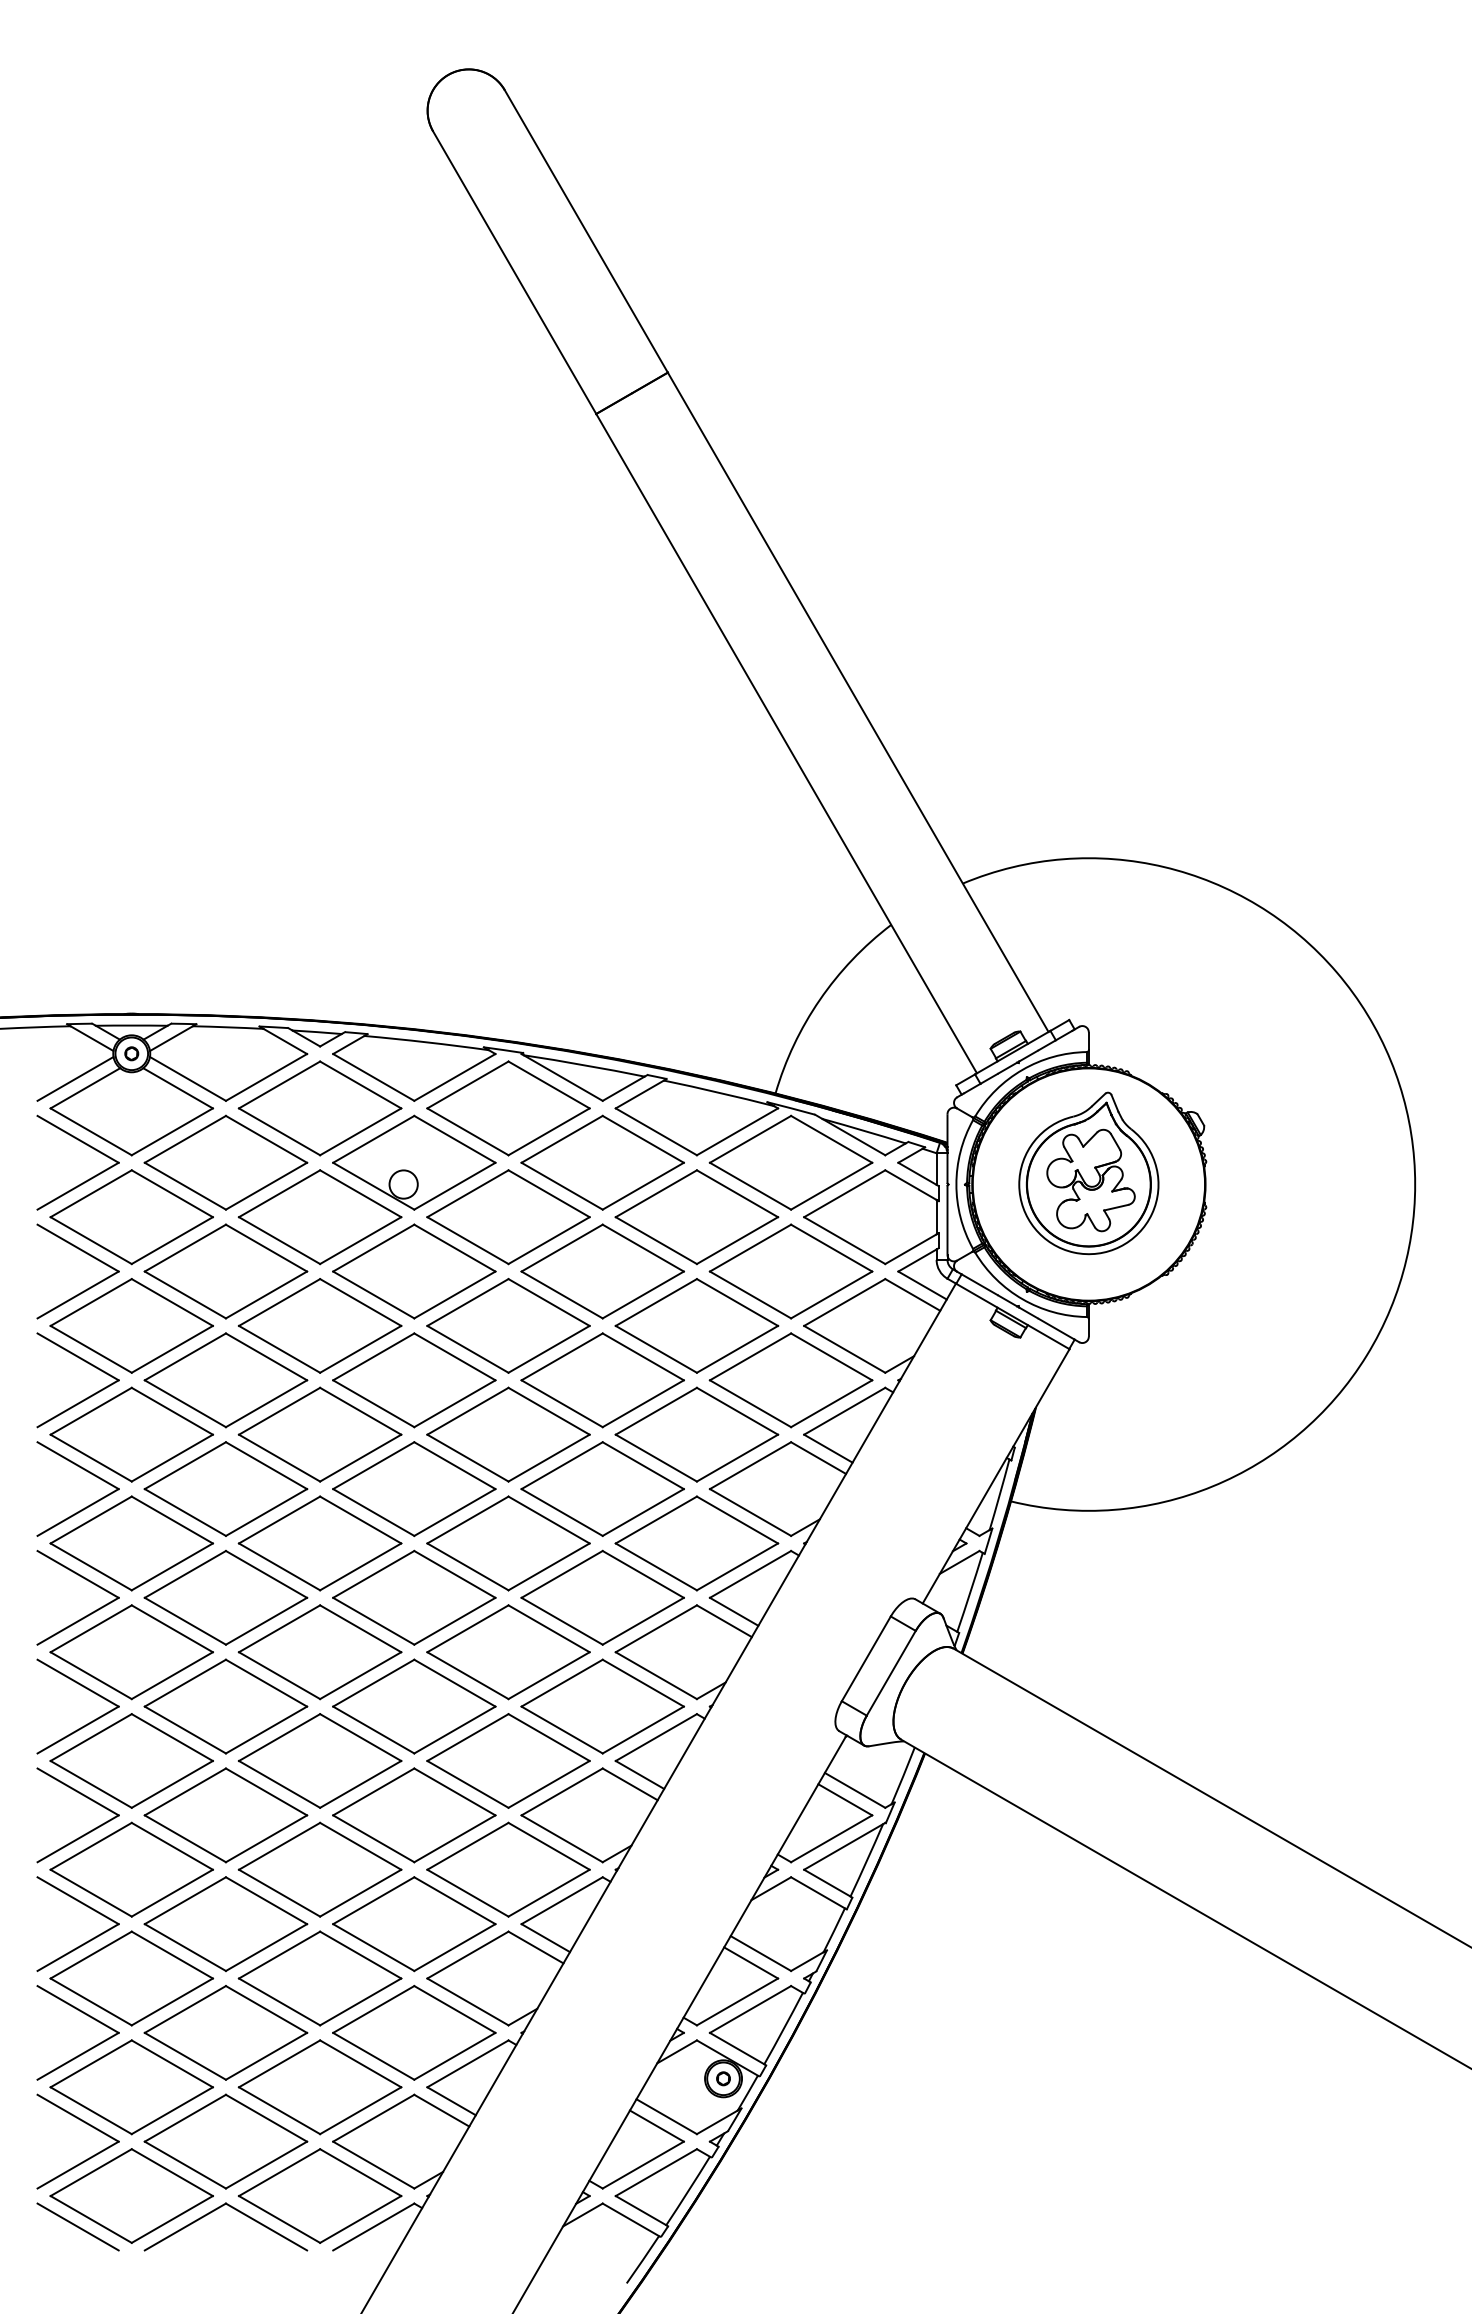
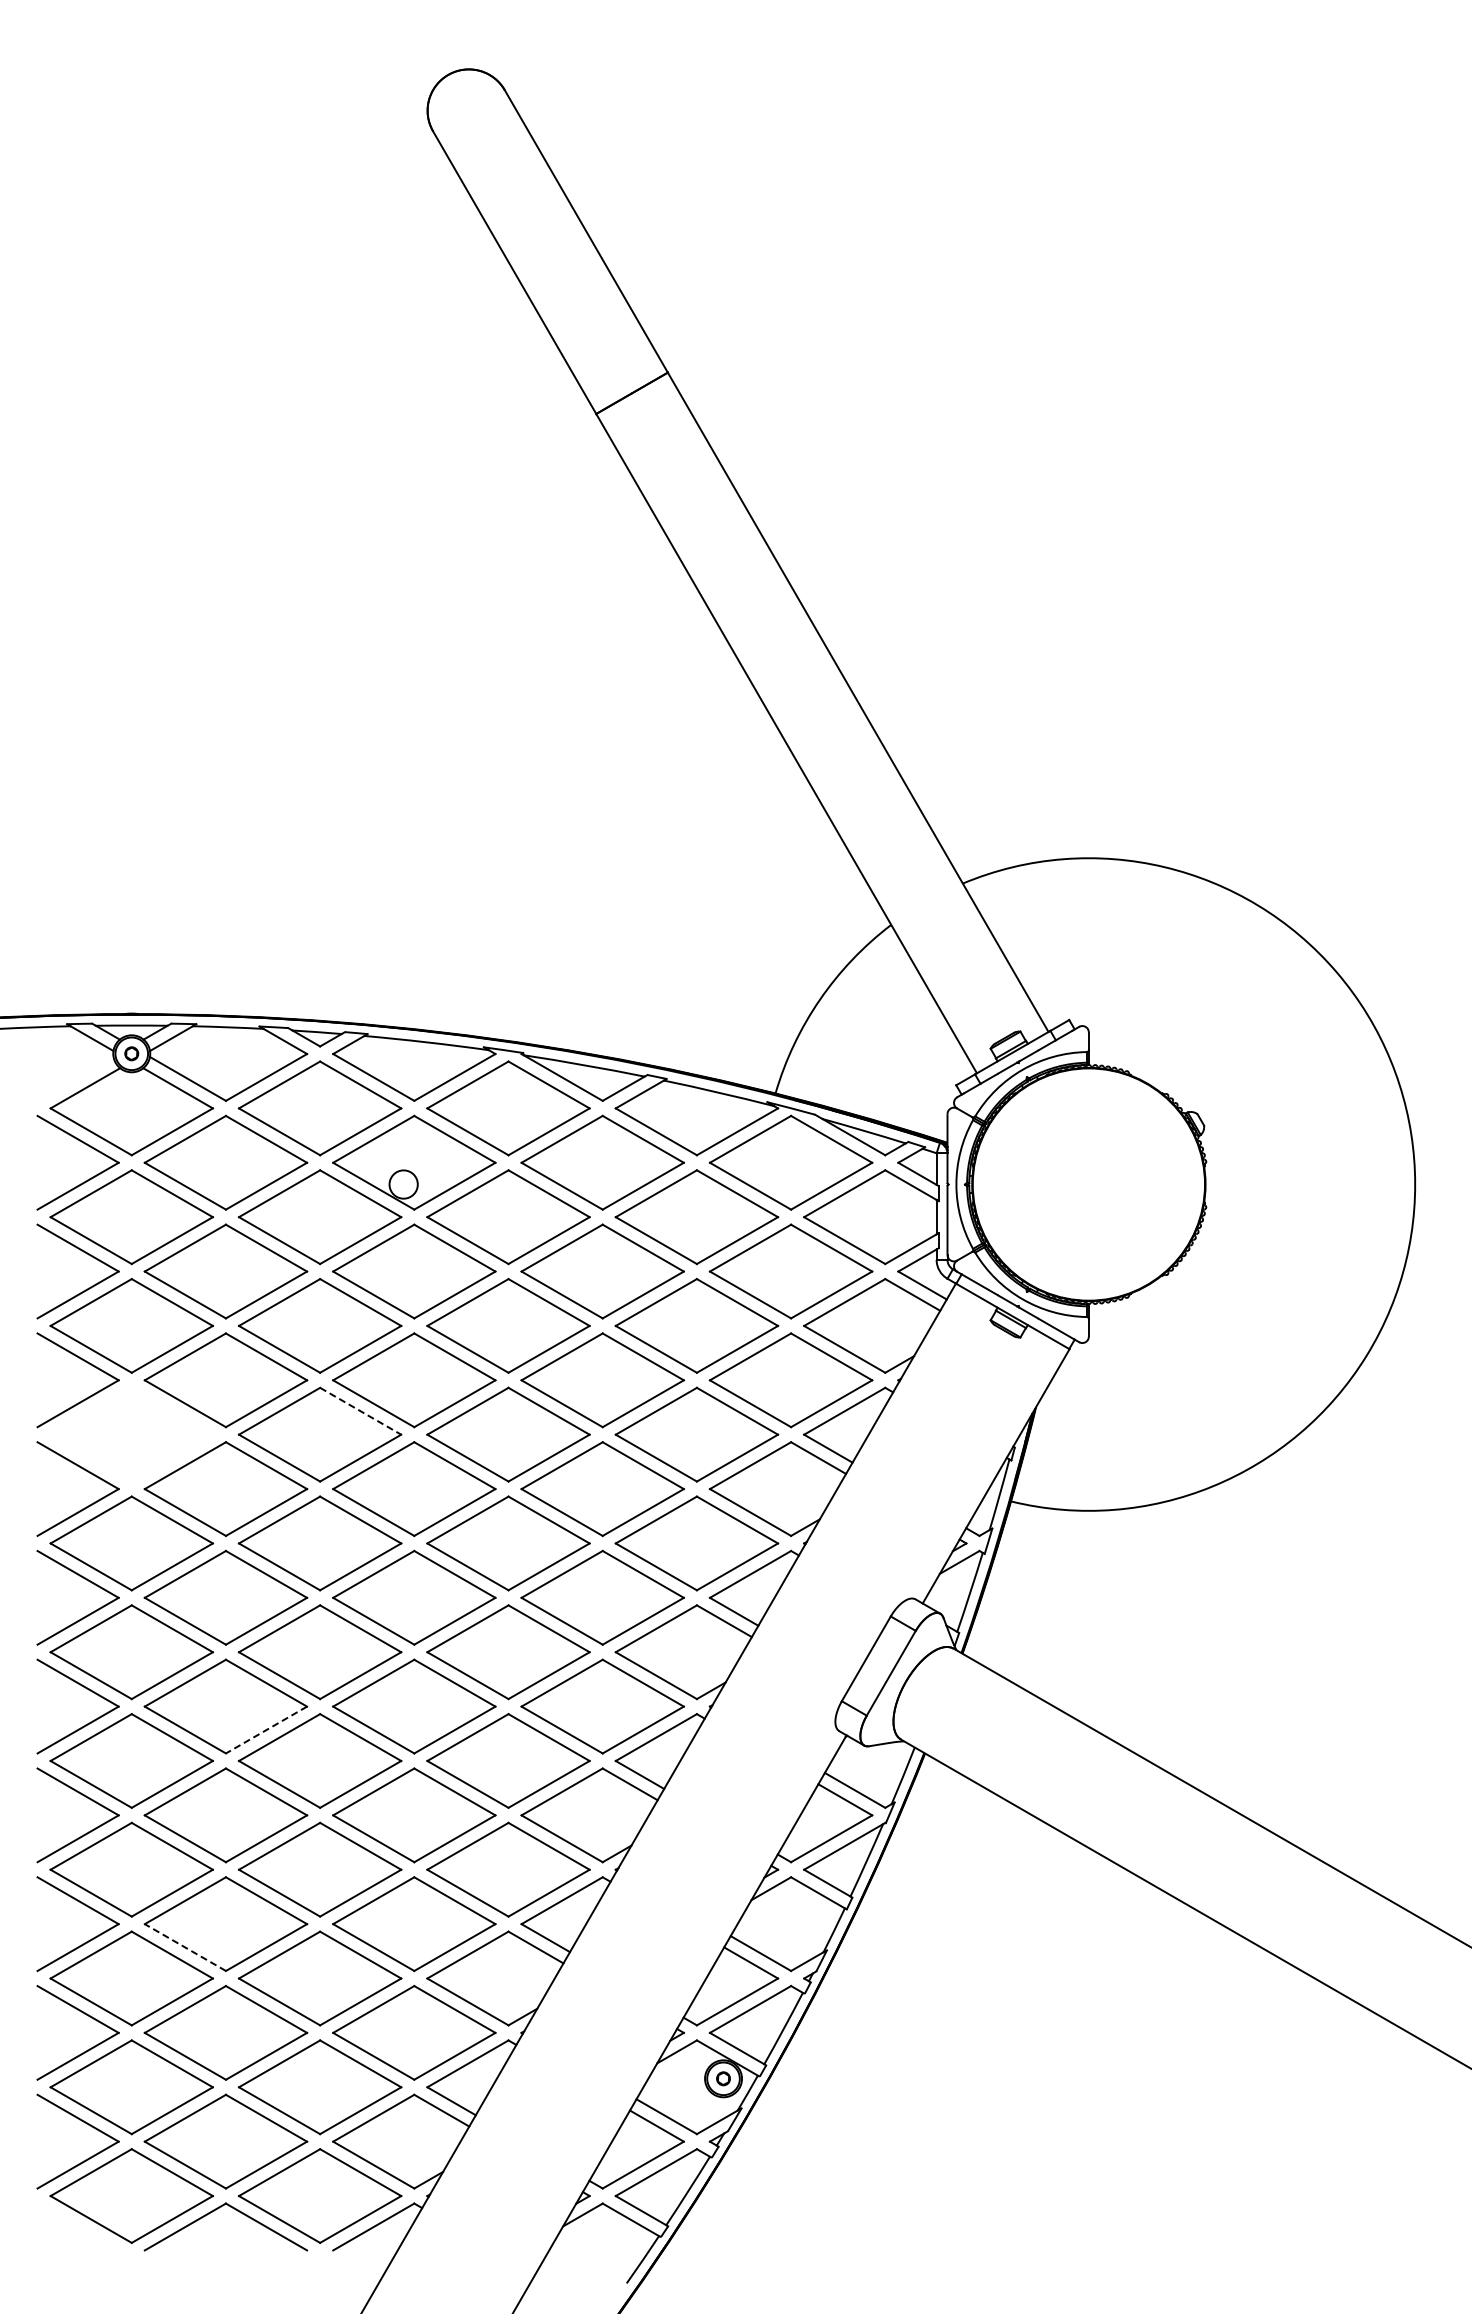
line at (75, 1078): present -> none
part at (1088, 1173): present -> none
line at (360, 1411): solid -> dashed
part at (131, 1434): present -> none
line at (266, 1730): solid -> dashed
line at (185, 1947): solid -> dashed
line at (77, 2226): present -> none
